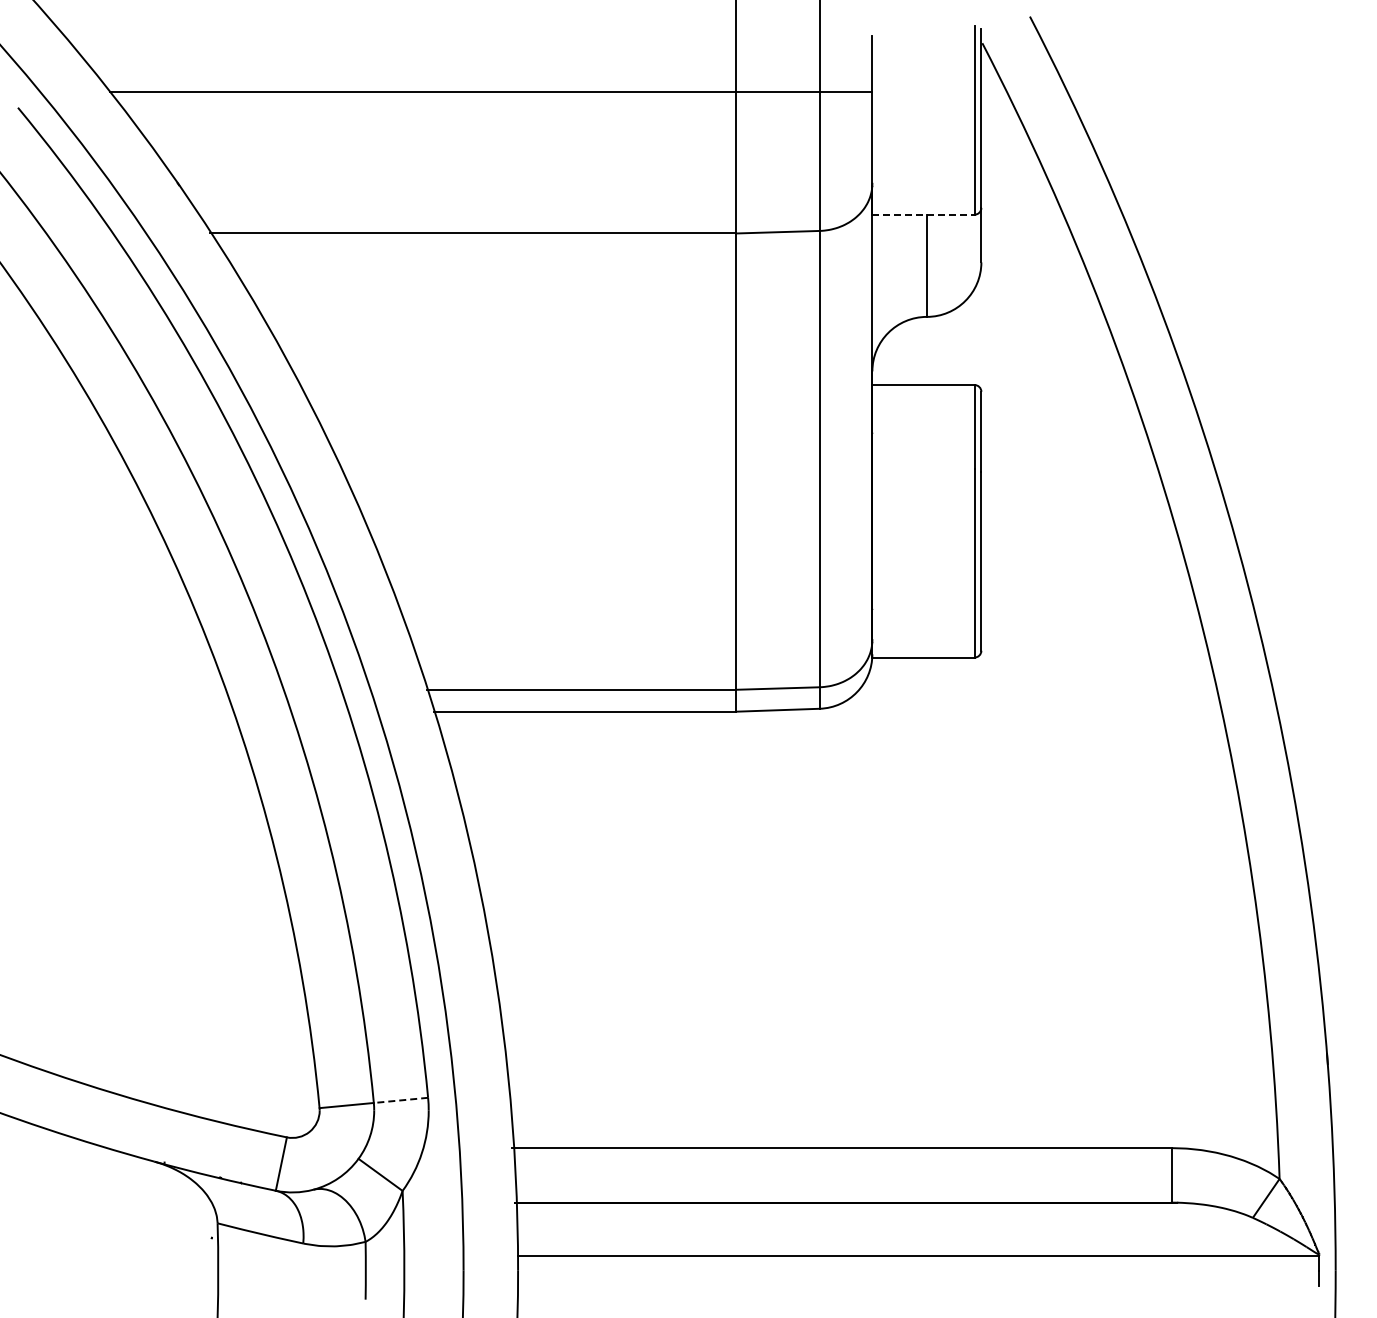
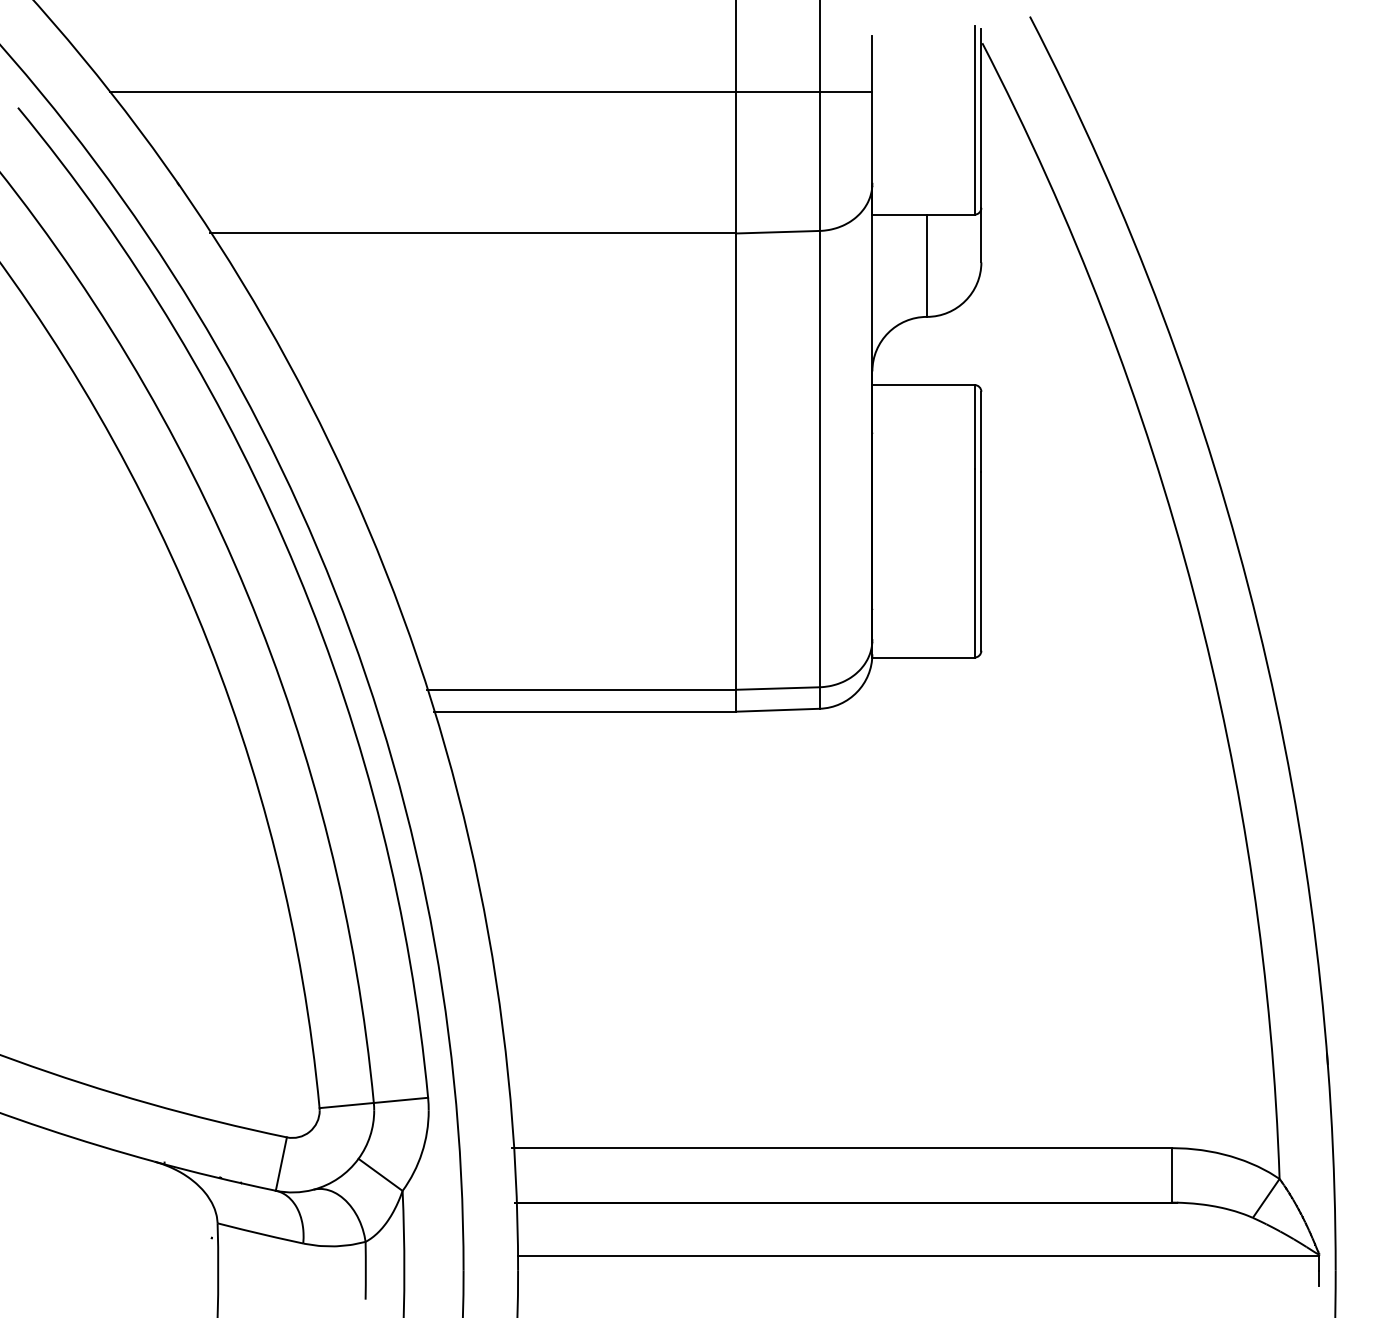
line at (923, 214): dashed -> solid
line at (400, 1100): dashed -> solid
